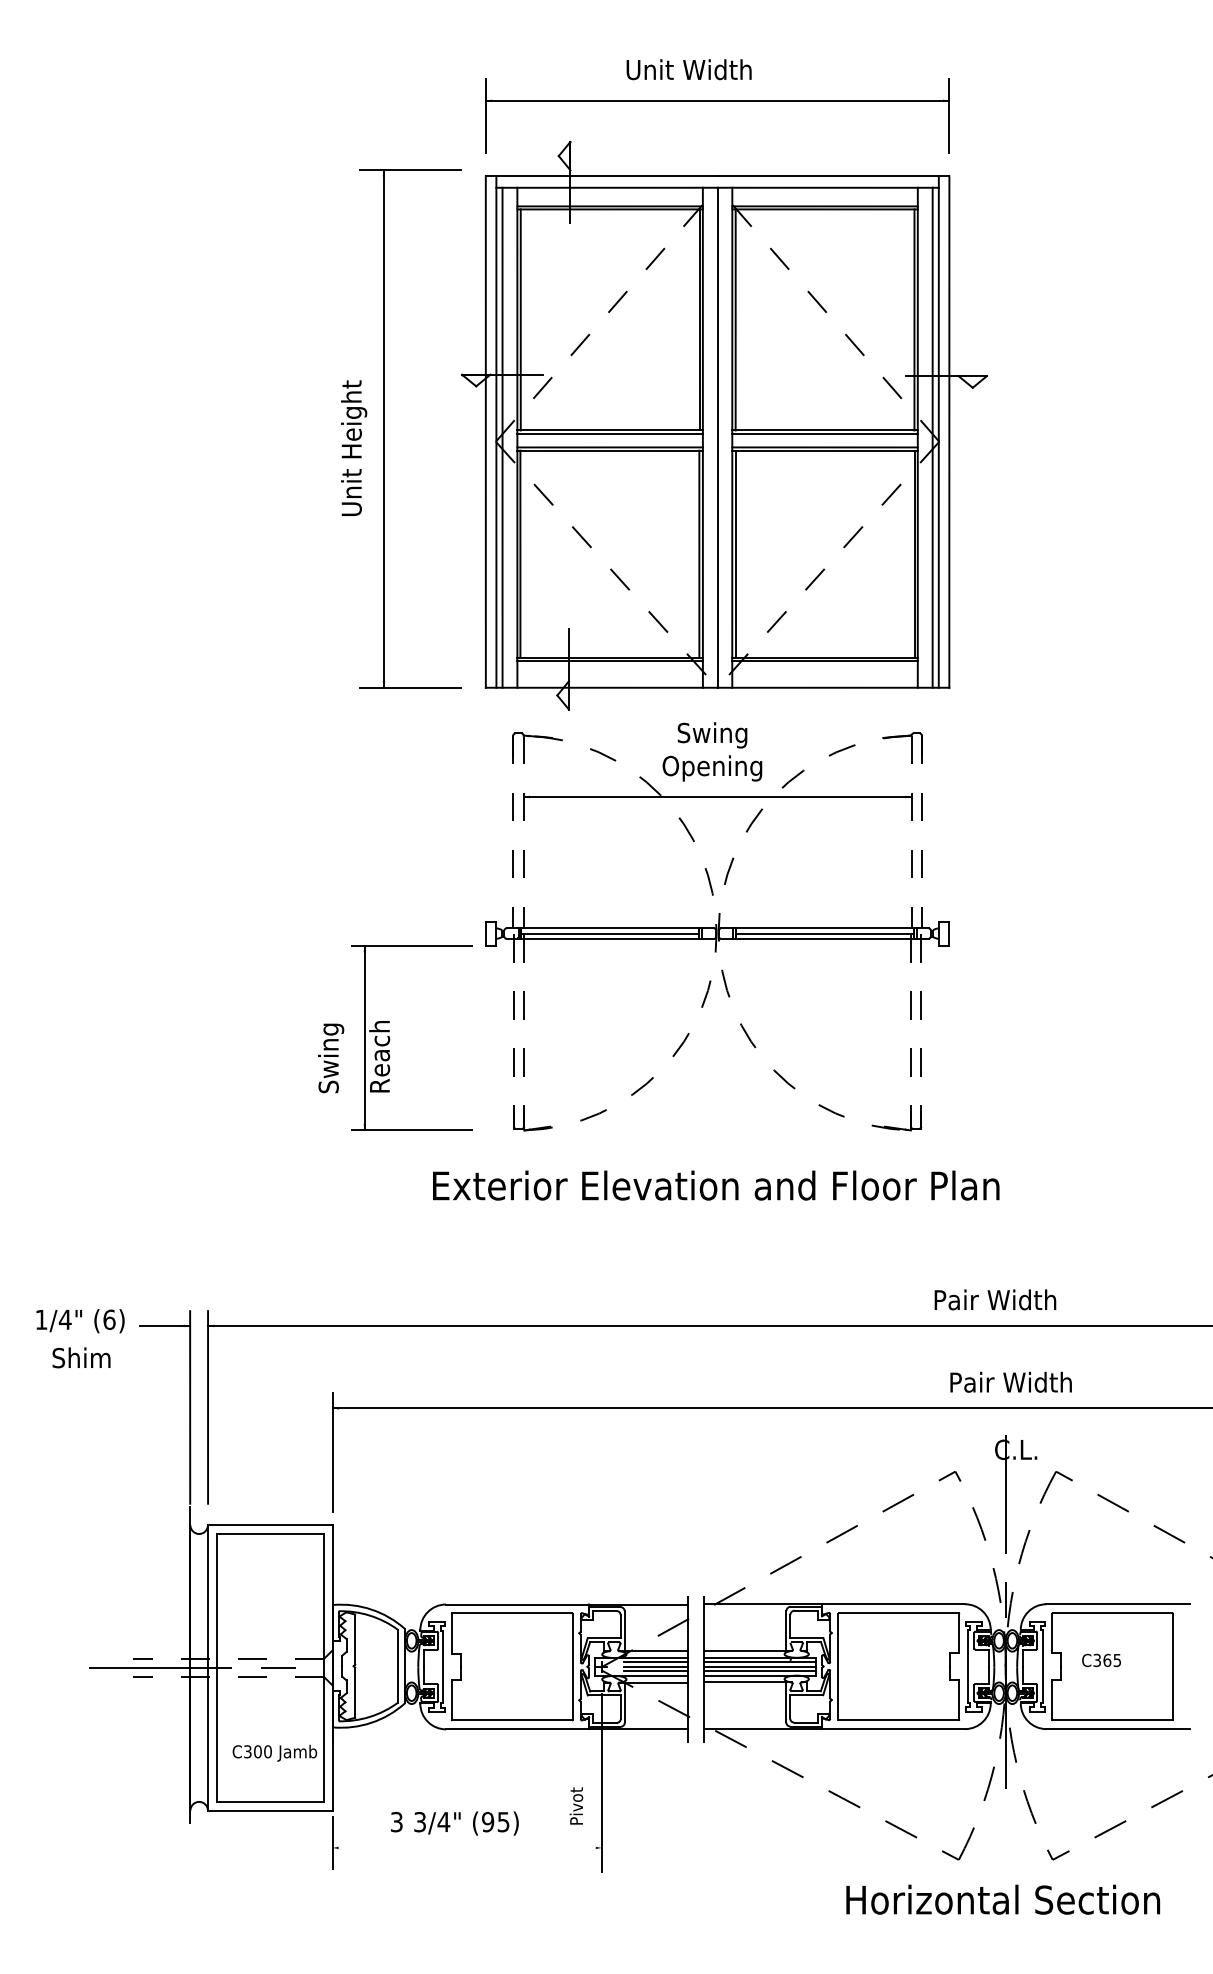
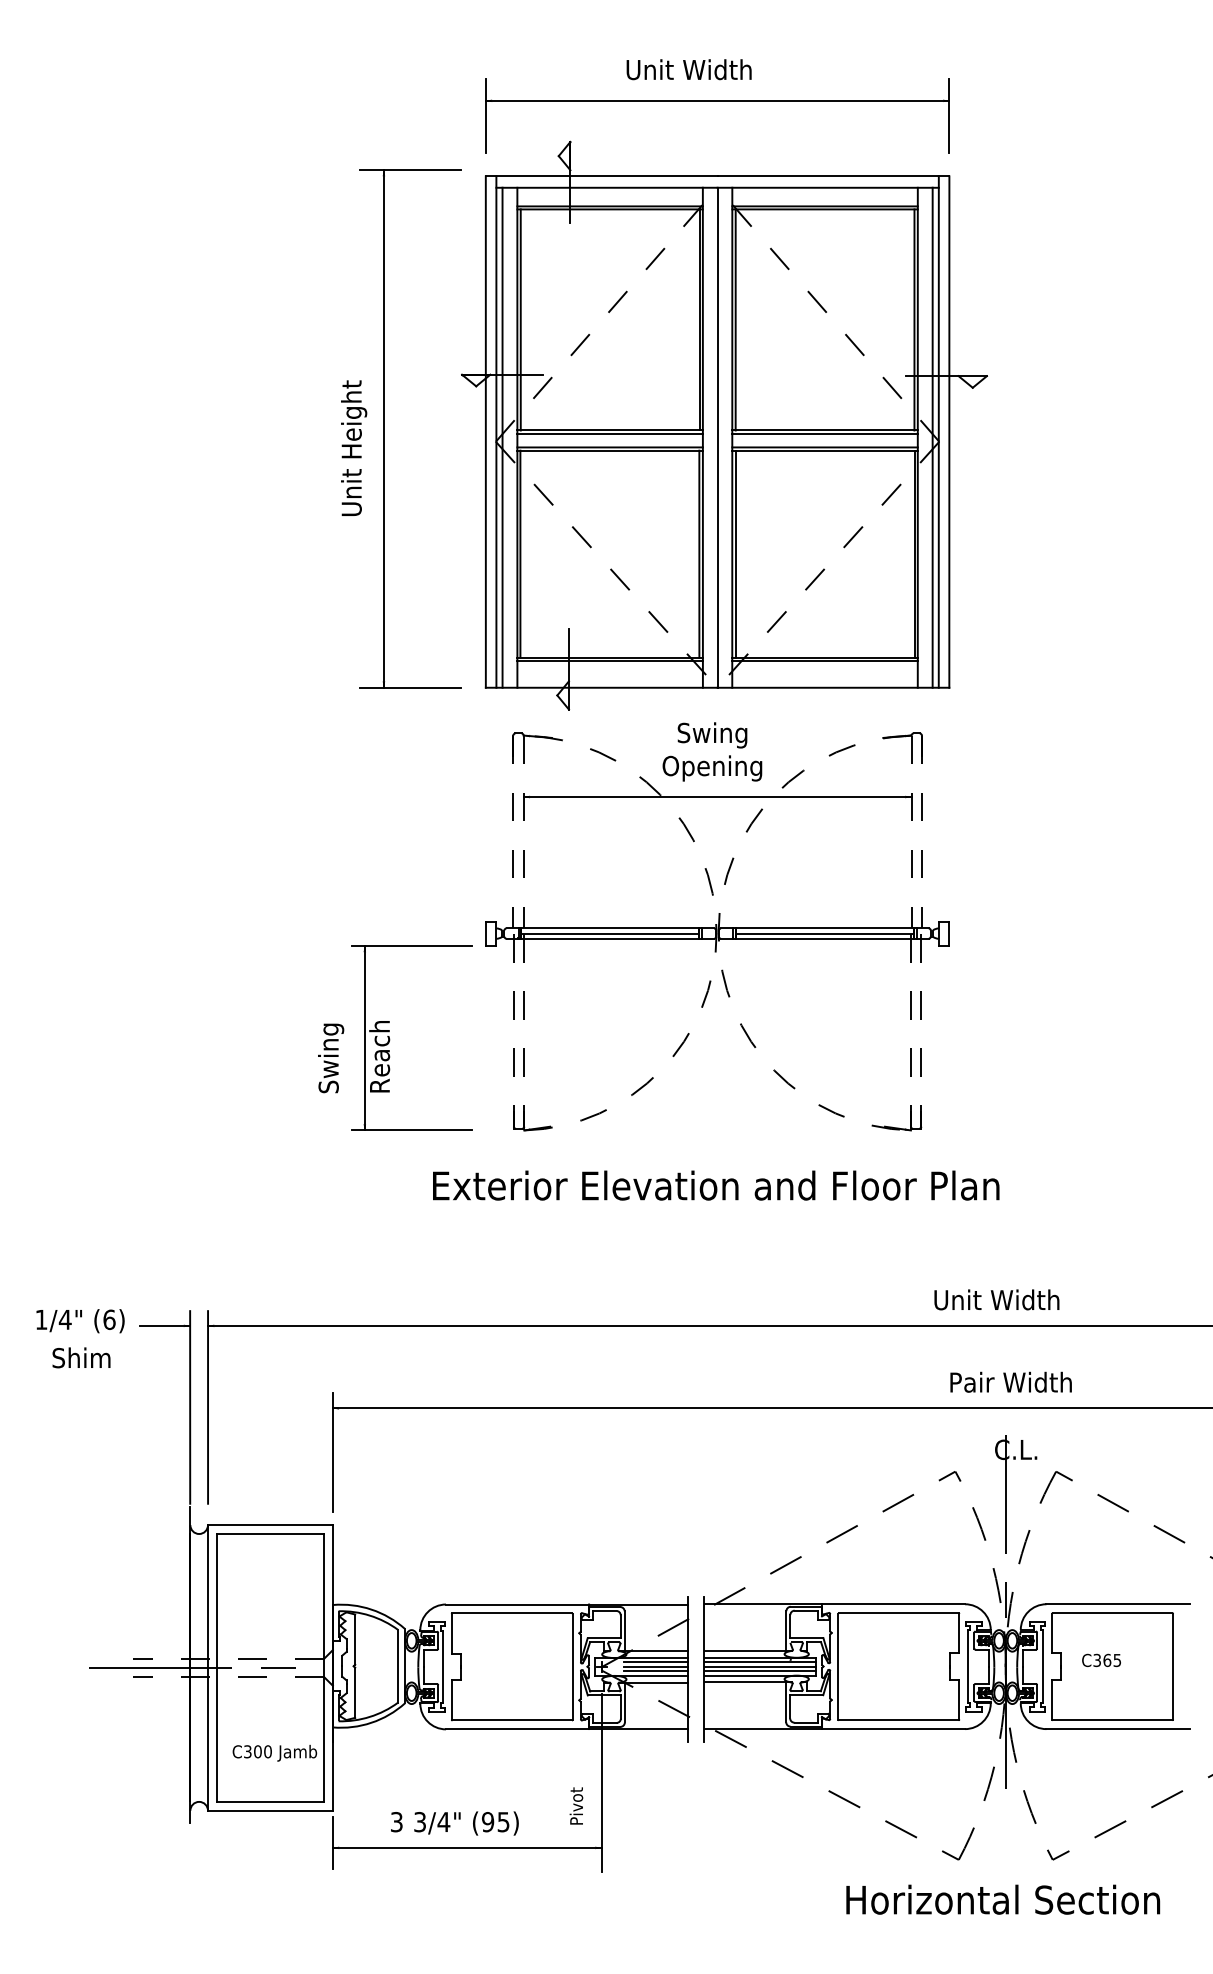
text at (996, 1299): Pair Width -> Unit Width
line at (466, 1847): none -> present
